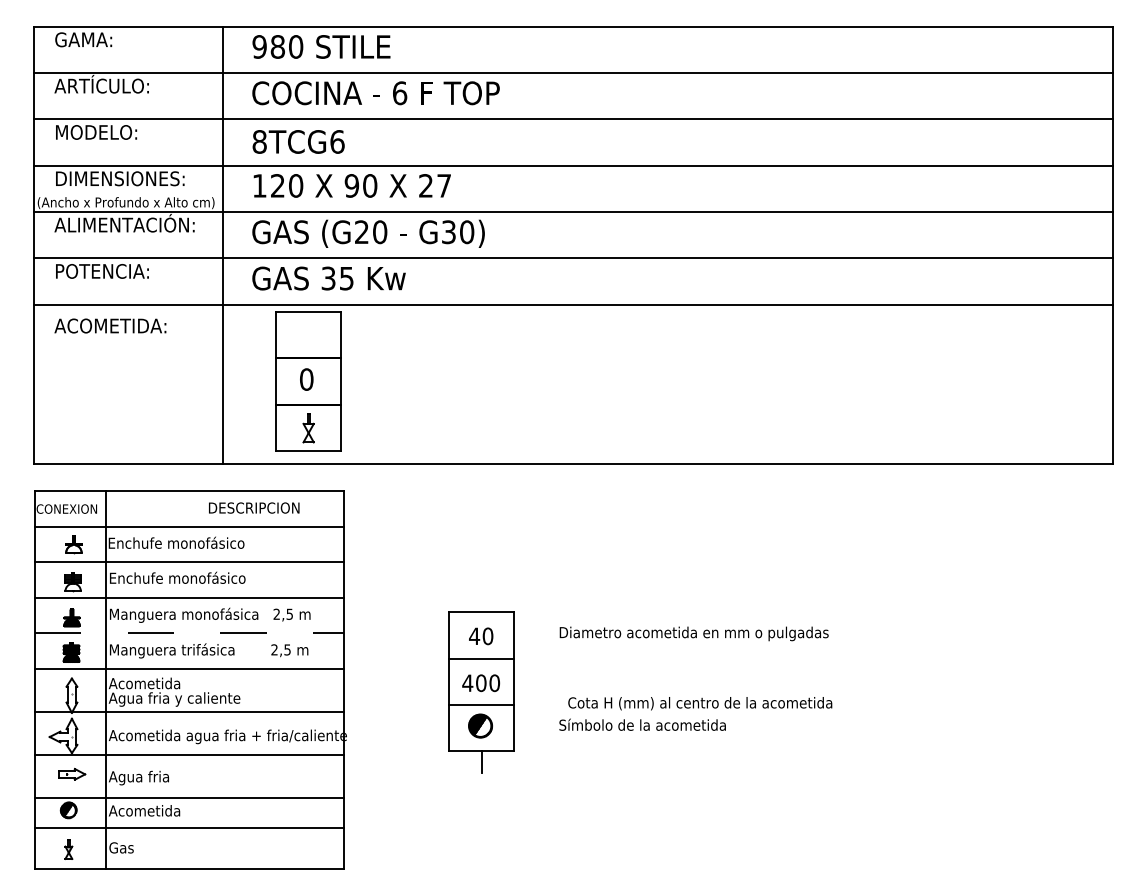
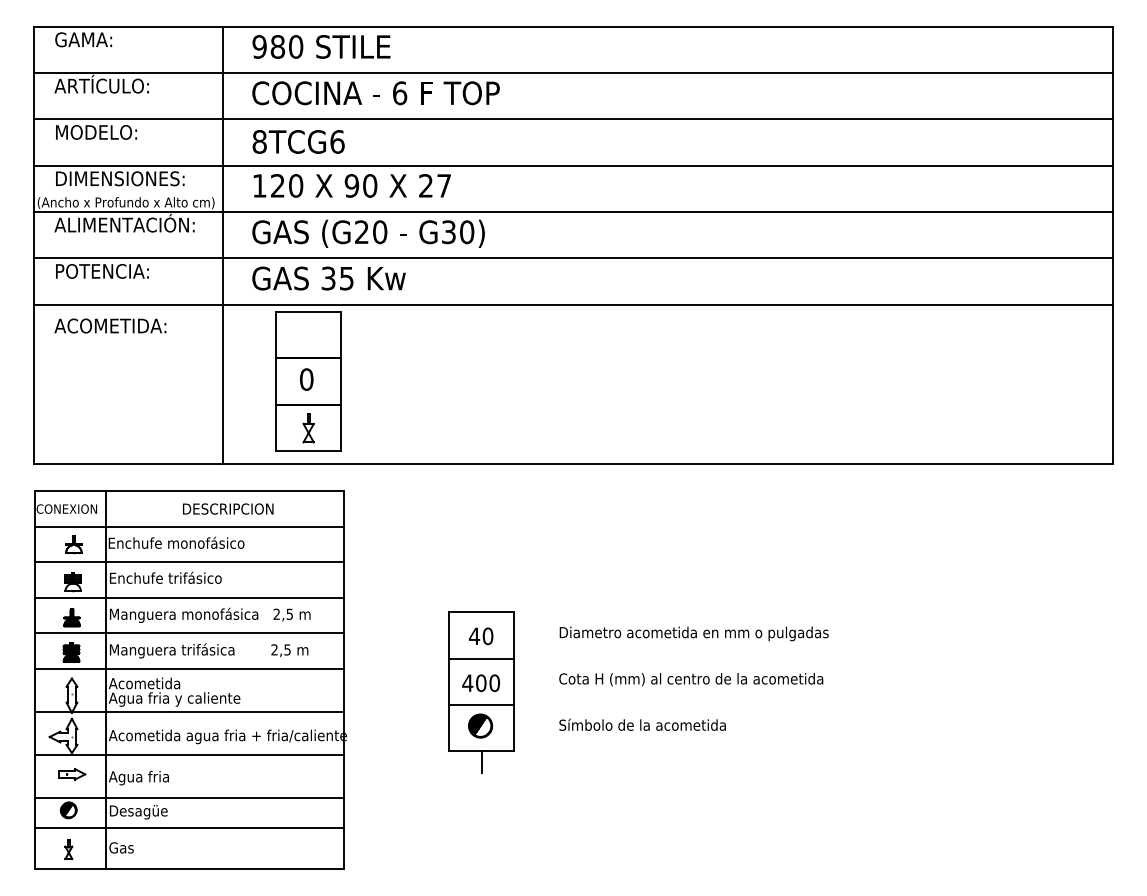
text at (254, 507) position: (254, 507) -> (228, 508)
text at (206, 577): Enchufe monofásico -> Enchufe trifásico
line at (189, 633): dashed -> solid
text at (700, 703) position: (700, 703) -> (691, 679)
text at (144, 812): Acometida -> Desagüe
